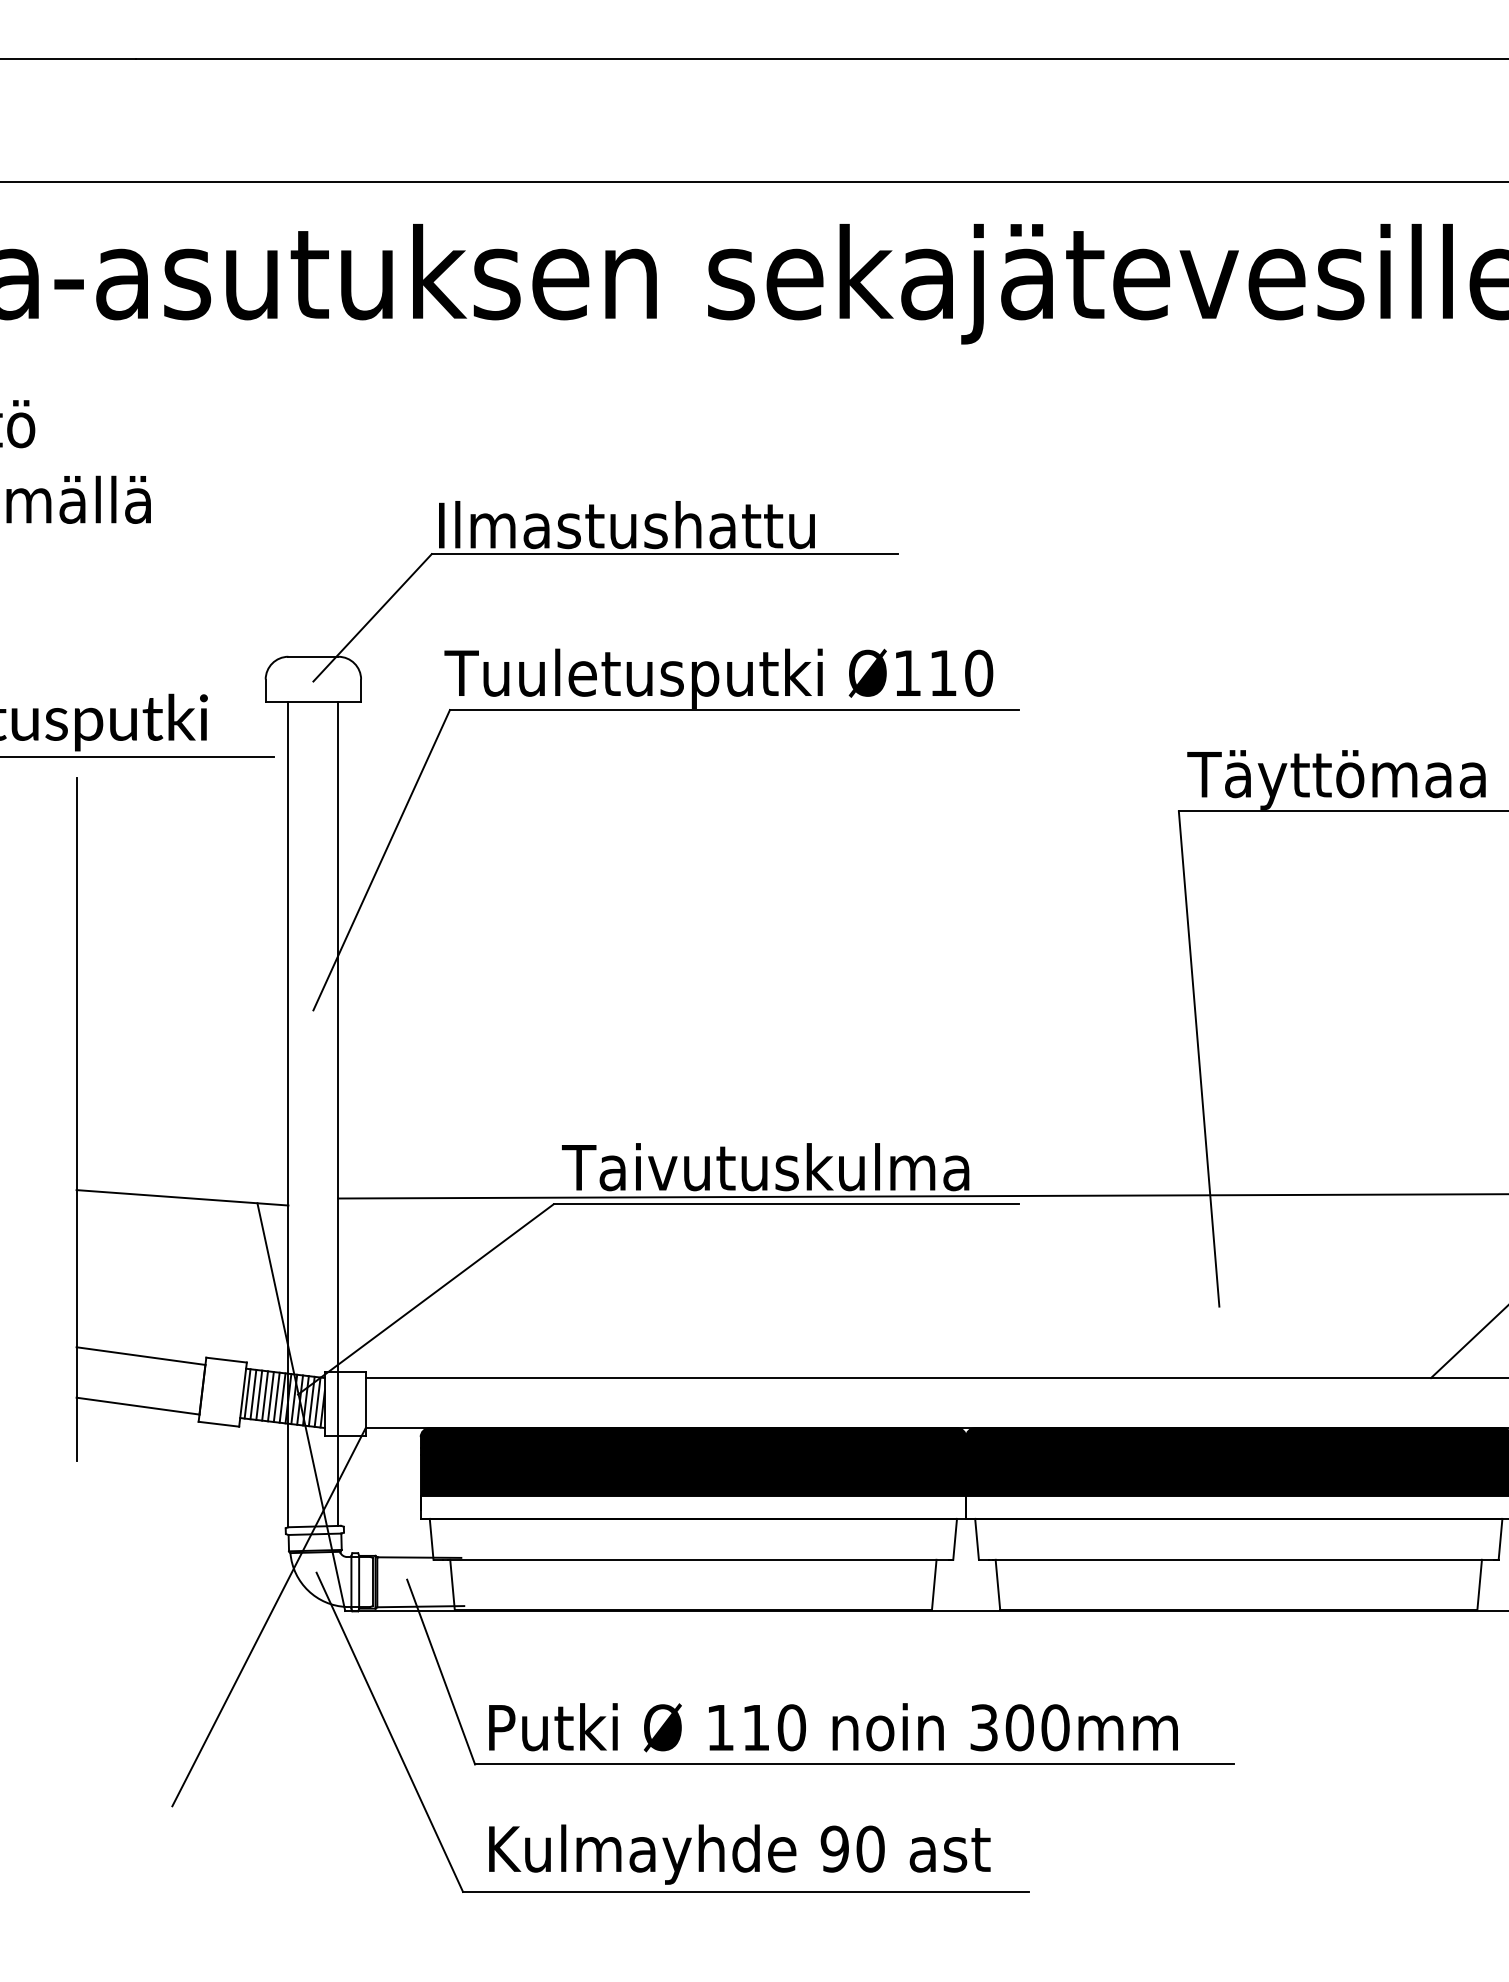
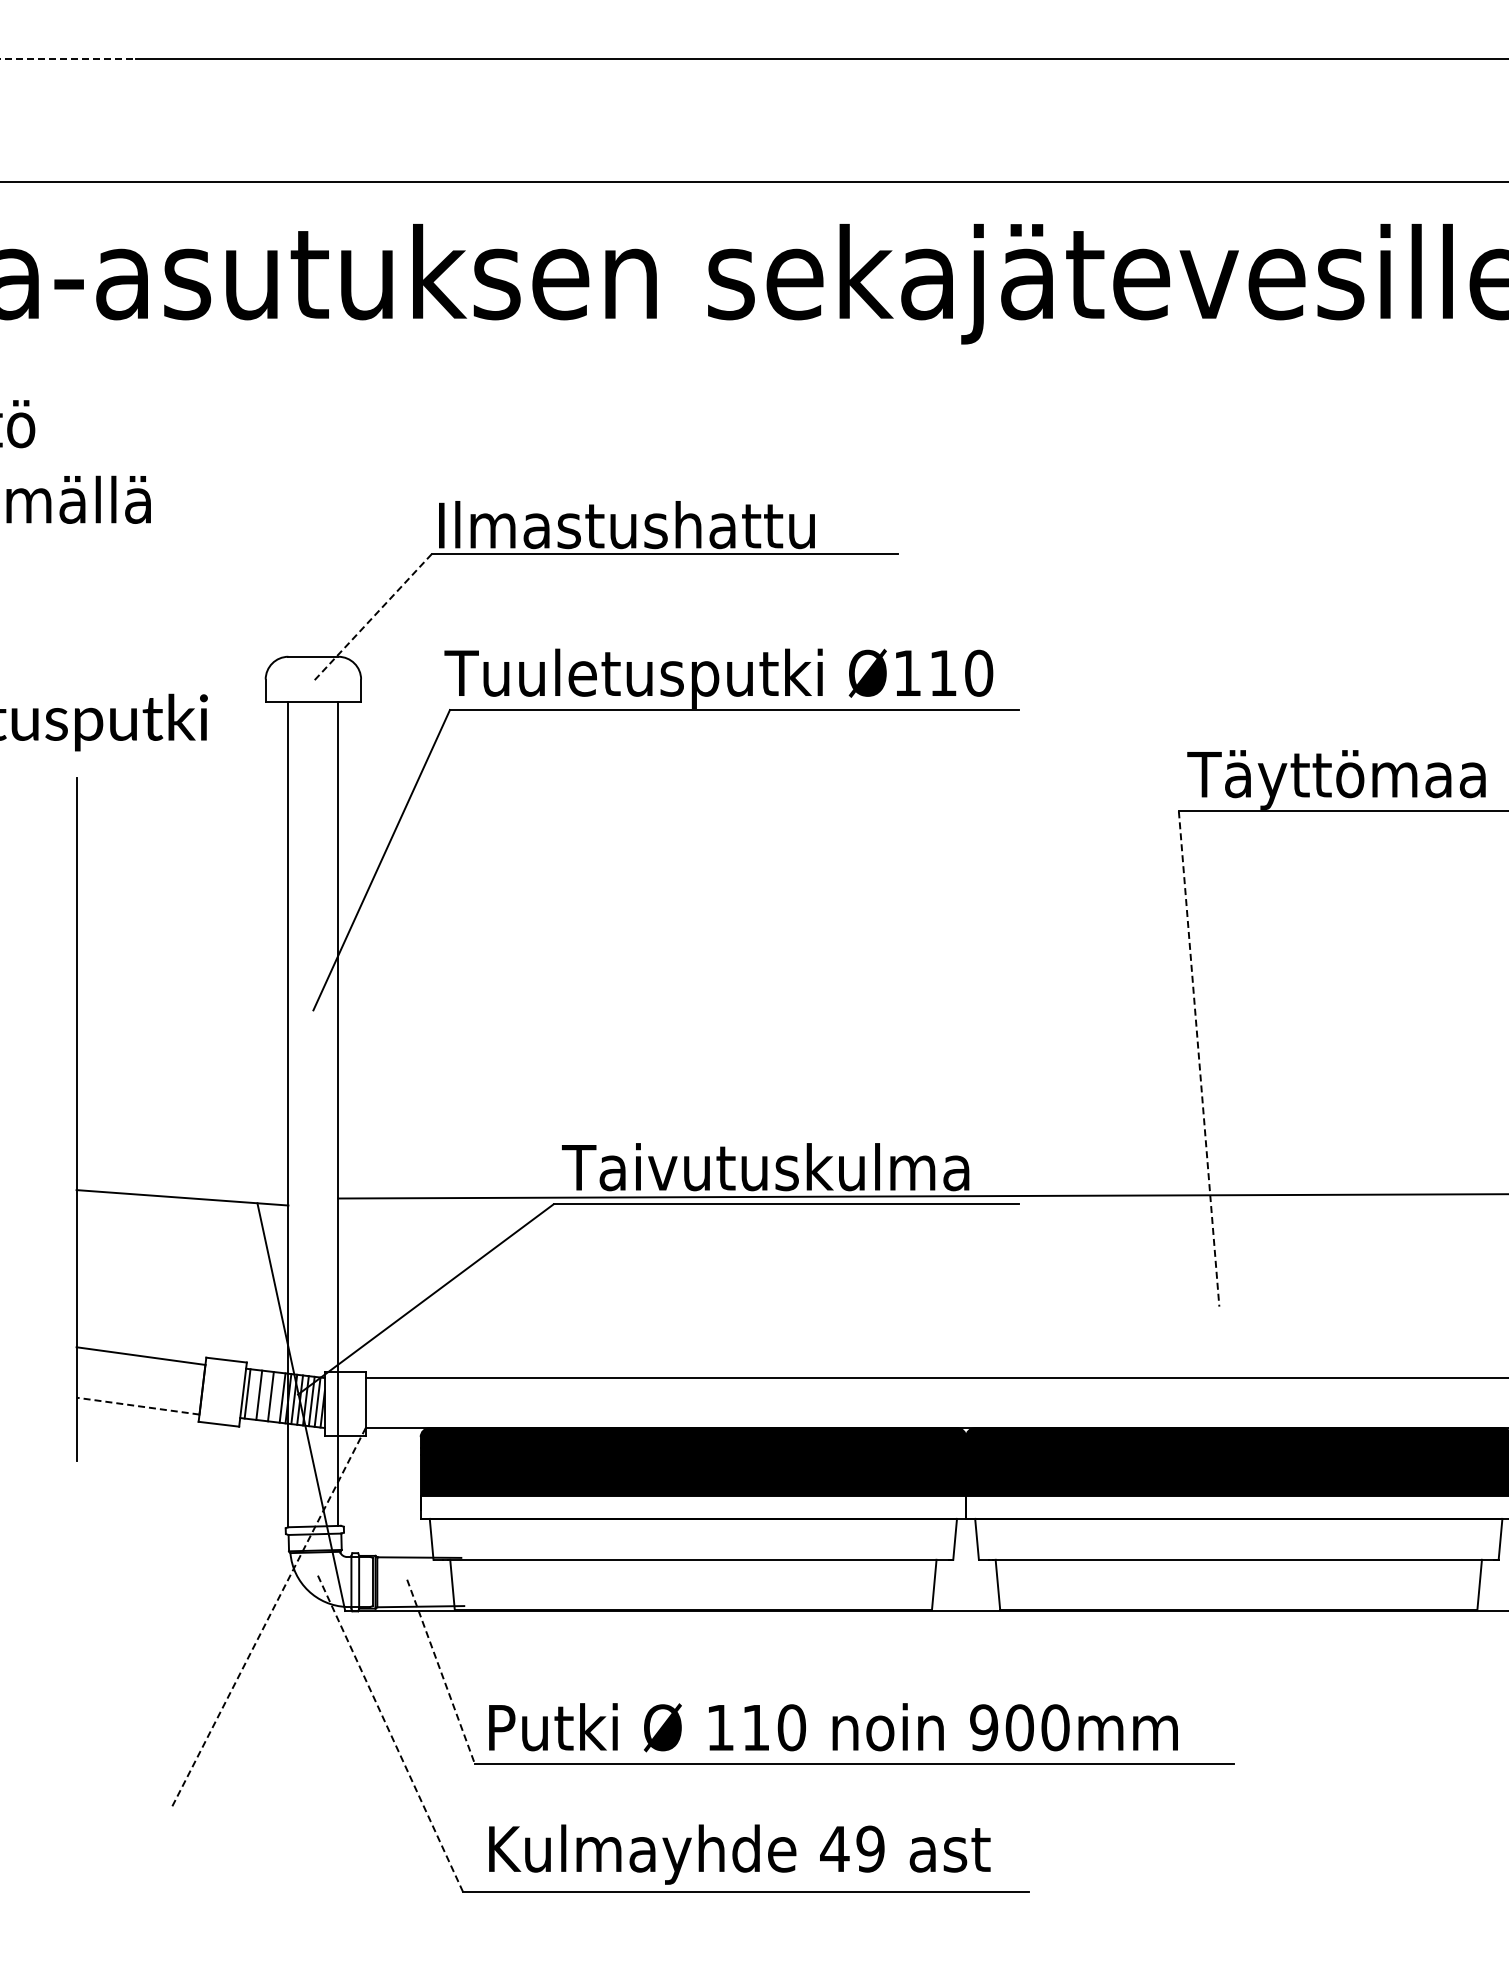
line at (68, 59): solid -> dashed
line at (372, 617): solid -> dashed
line at (137, 757): present -> none
line at (1199, 1059): solid -> dashed
line at (1468, 1342): present -> none
line at (253, 1394): present -> none
line at (265, 1395): present -> none
line at (276, 1397): present -> none
line at (137, 1406): solid -> dashed
line at (269, 1616): solid -> dashed
line at (441, 1672): solid -> dashed
text at (984, 1727): 300mm -> 900mm
line at (389, 1732): solid -> dashed
text at (852, 1848): 90 -> 49
